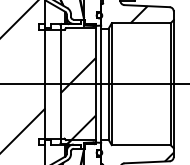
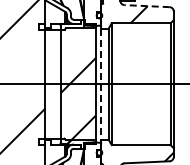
line at (147, 6): solid -> dashed
line at (101, 84): solid -> dashed
